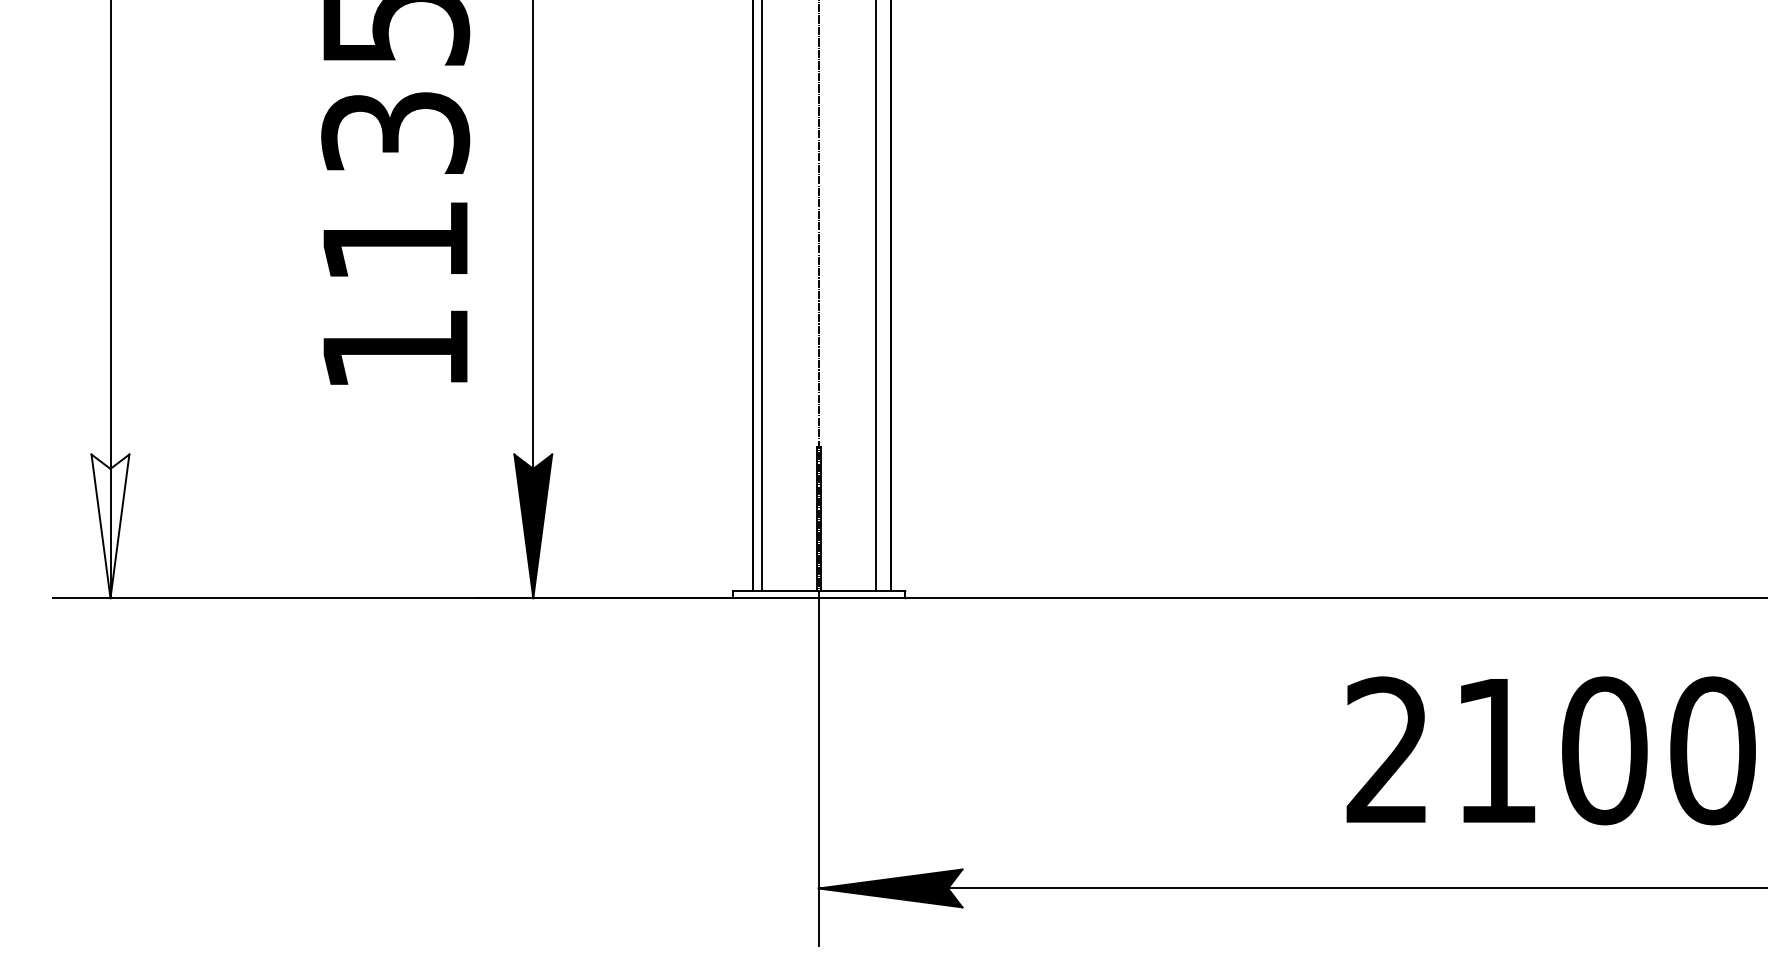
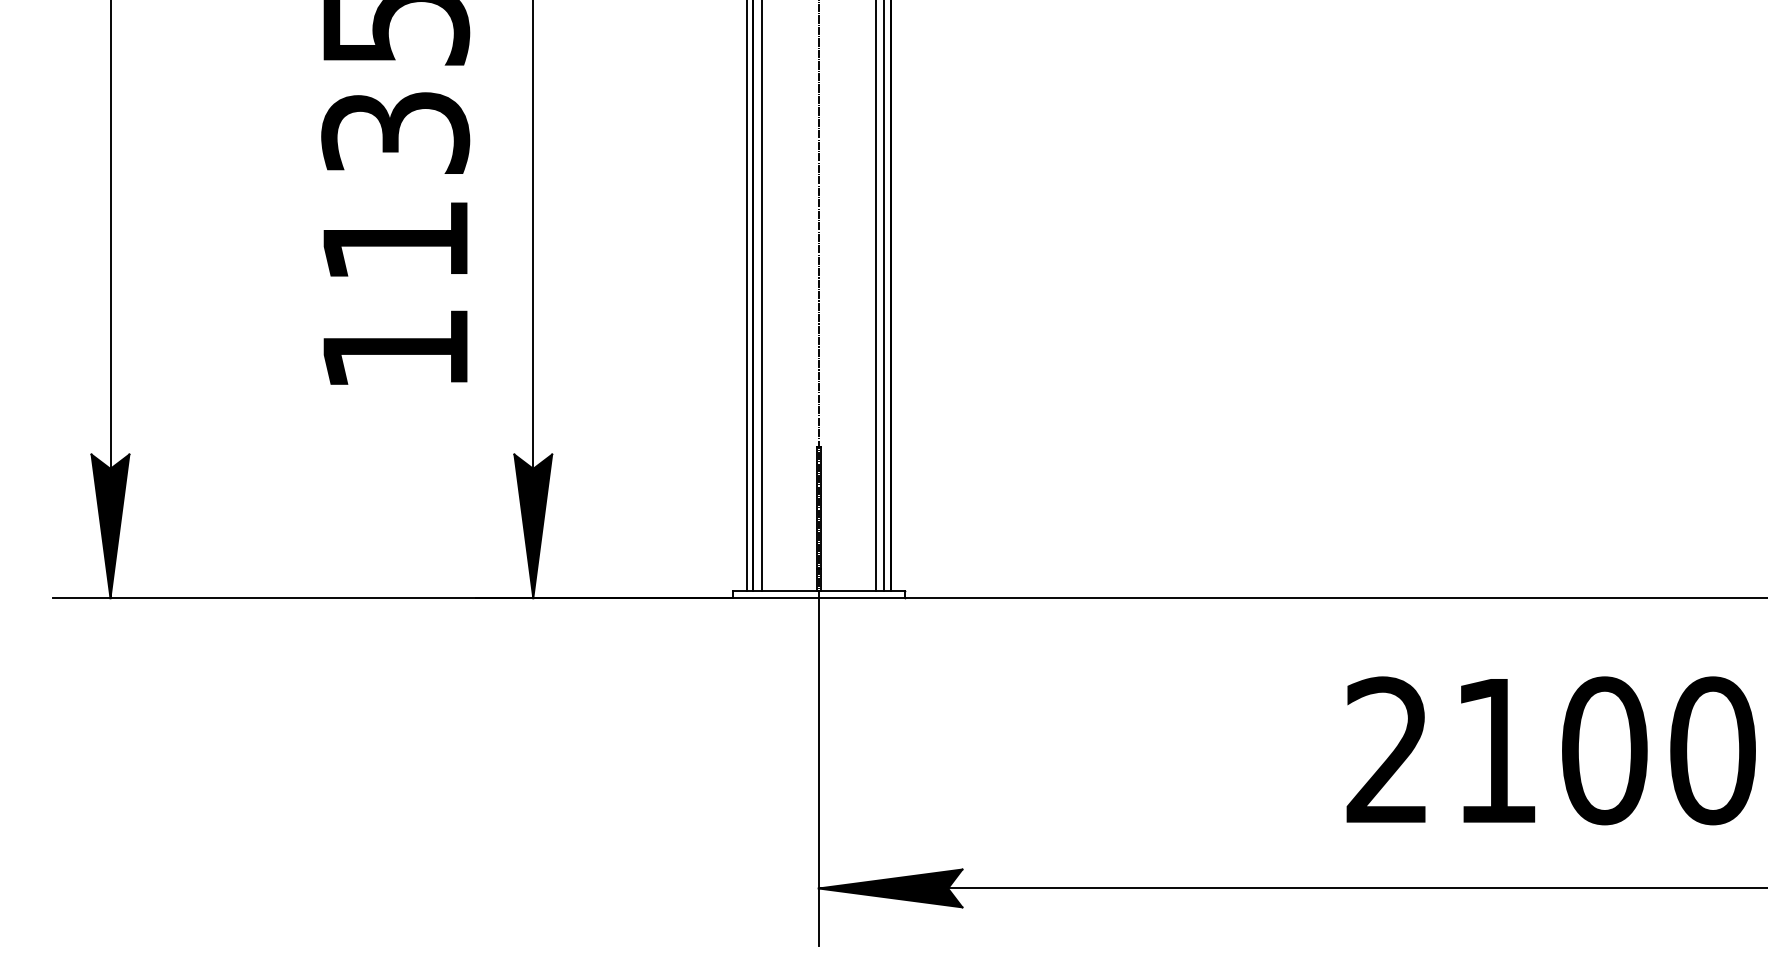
line at (746, 296): none -> present
line at (884, 296): none -> present
fill at (110, 526): none -> present
